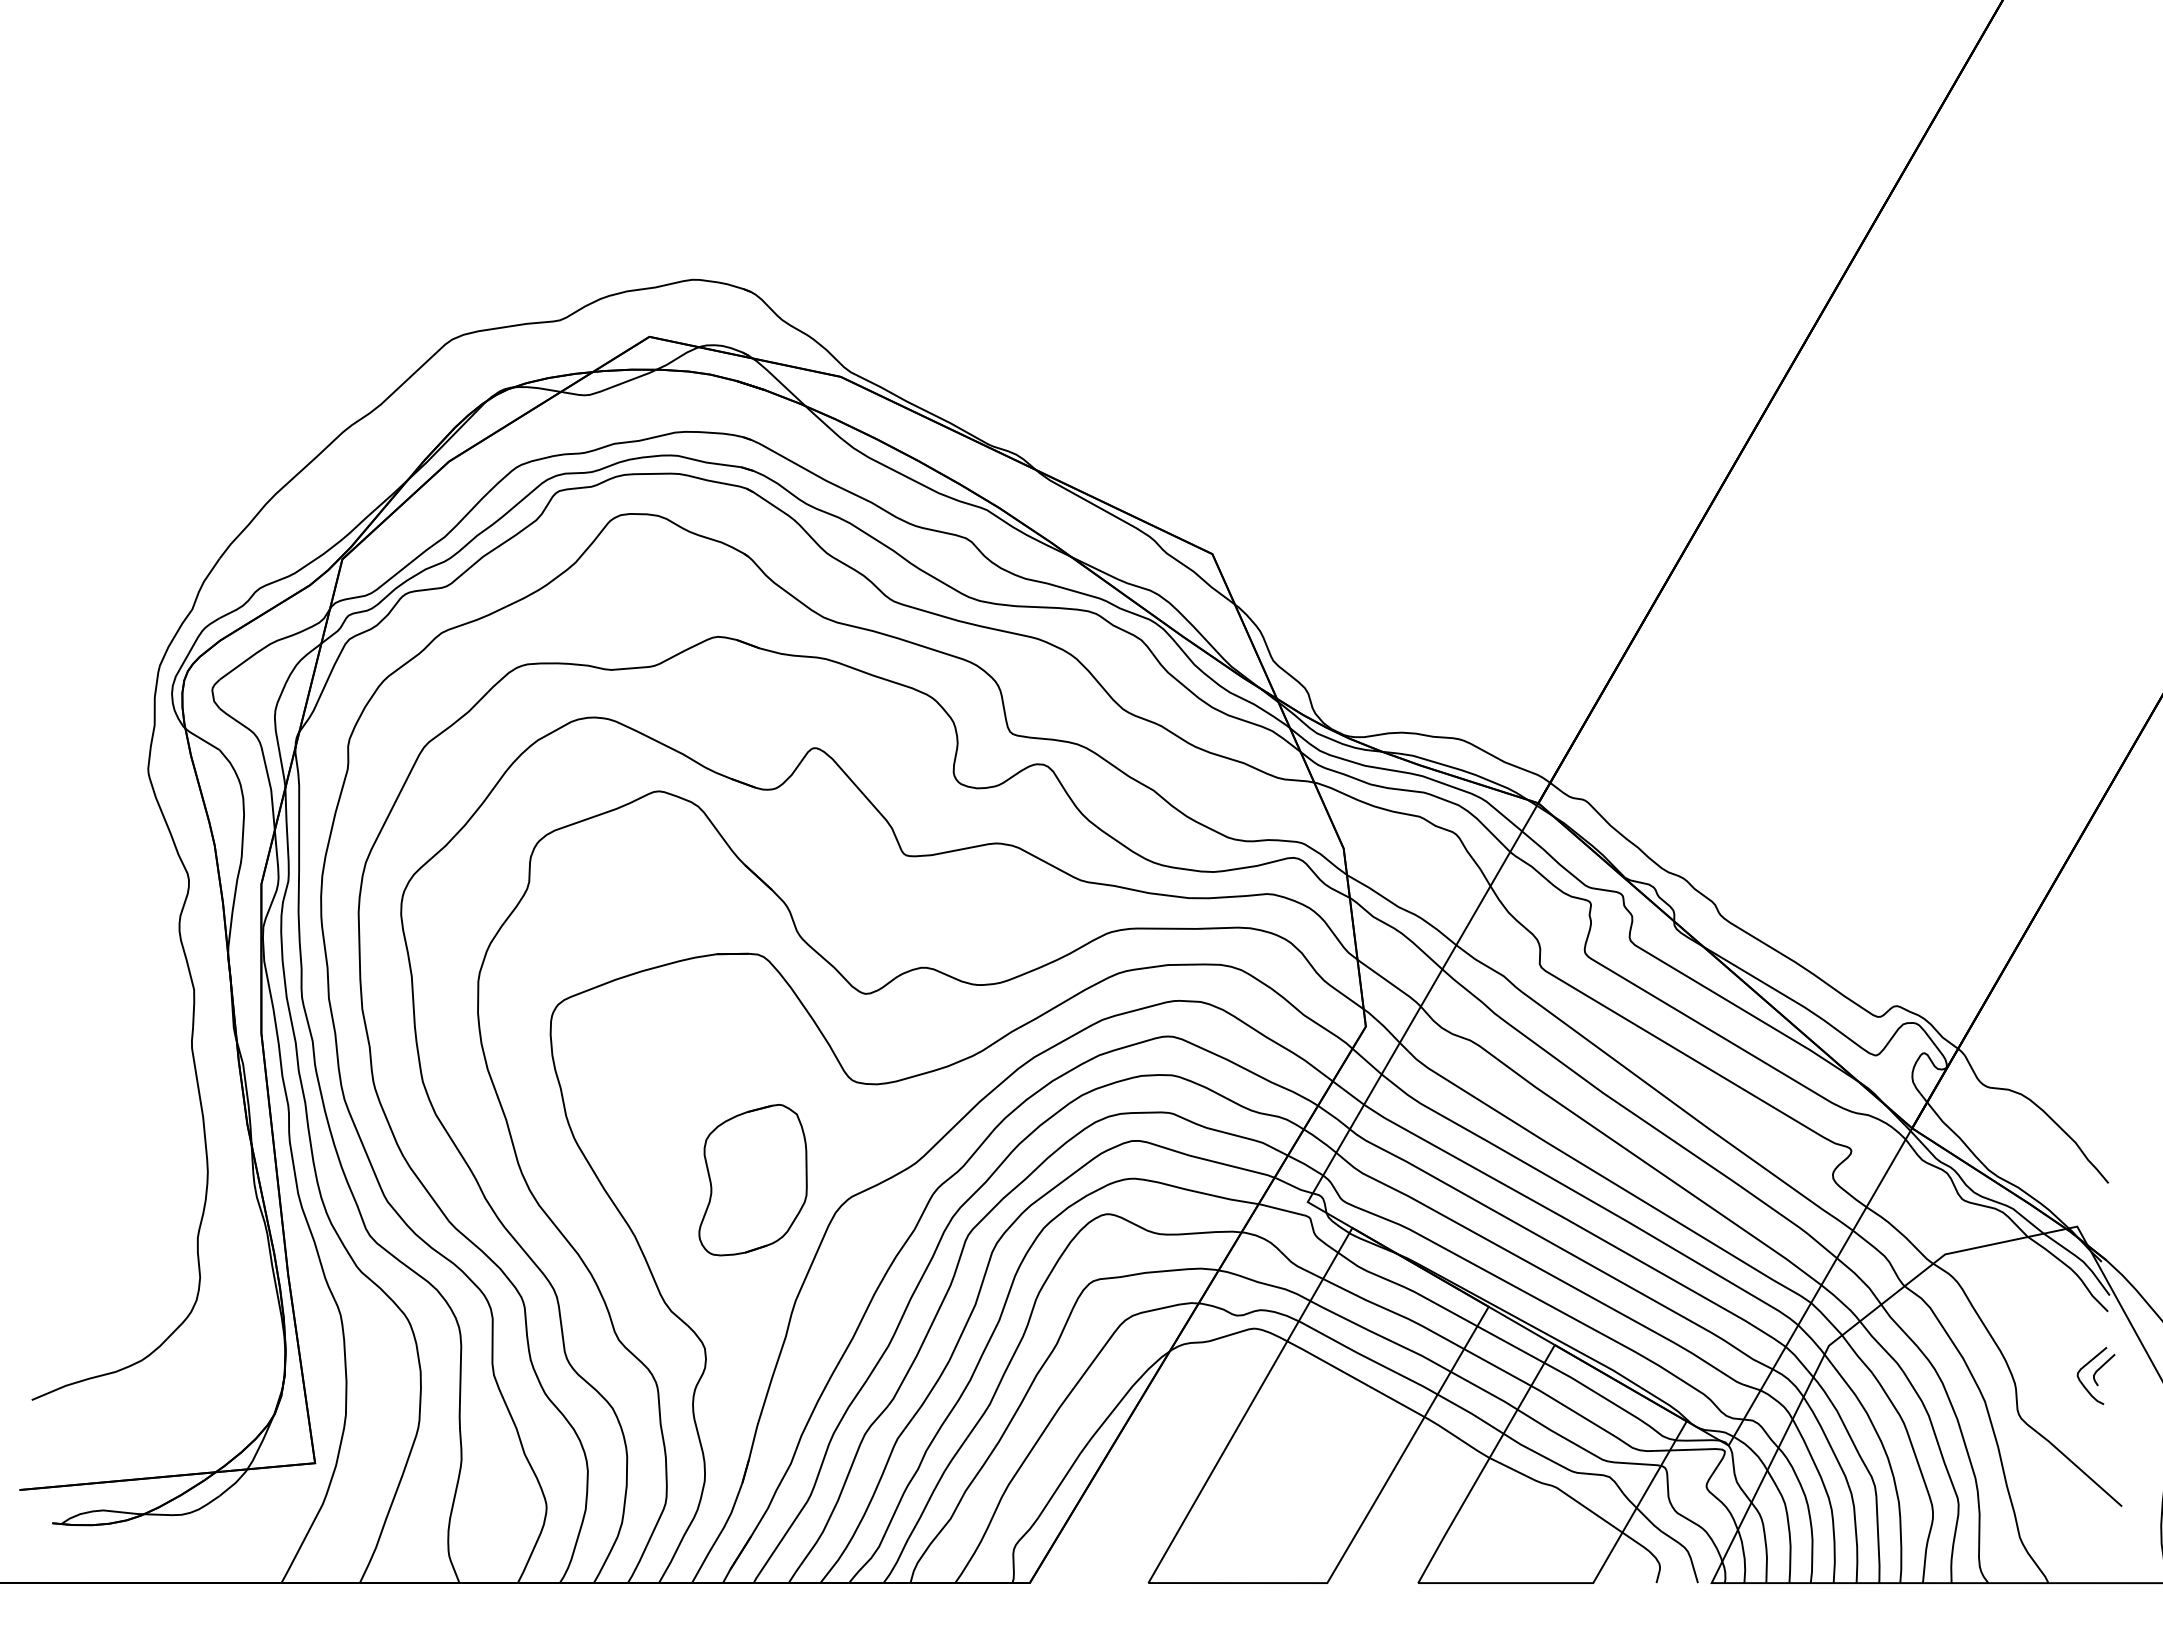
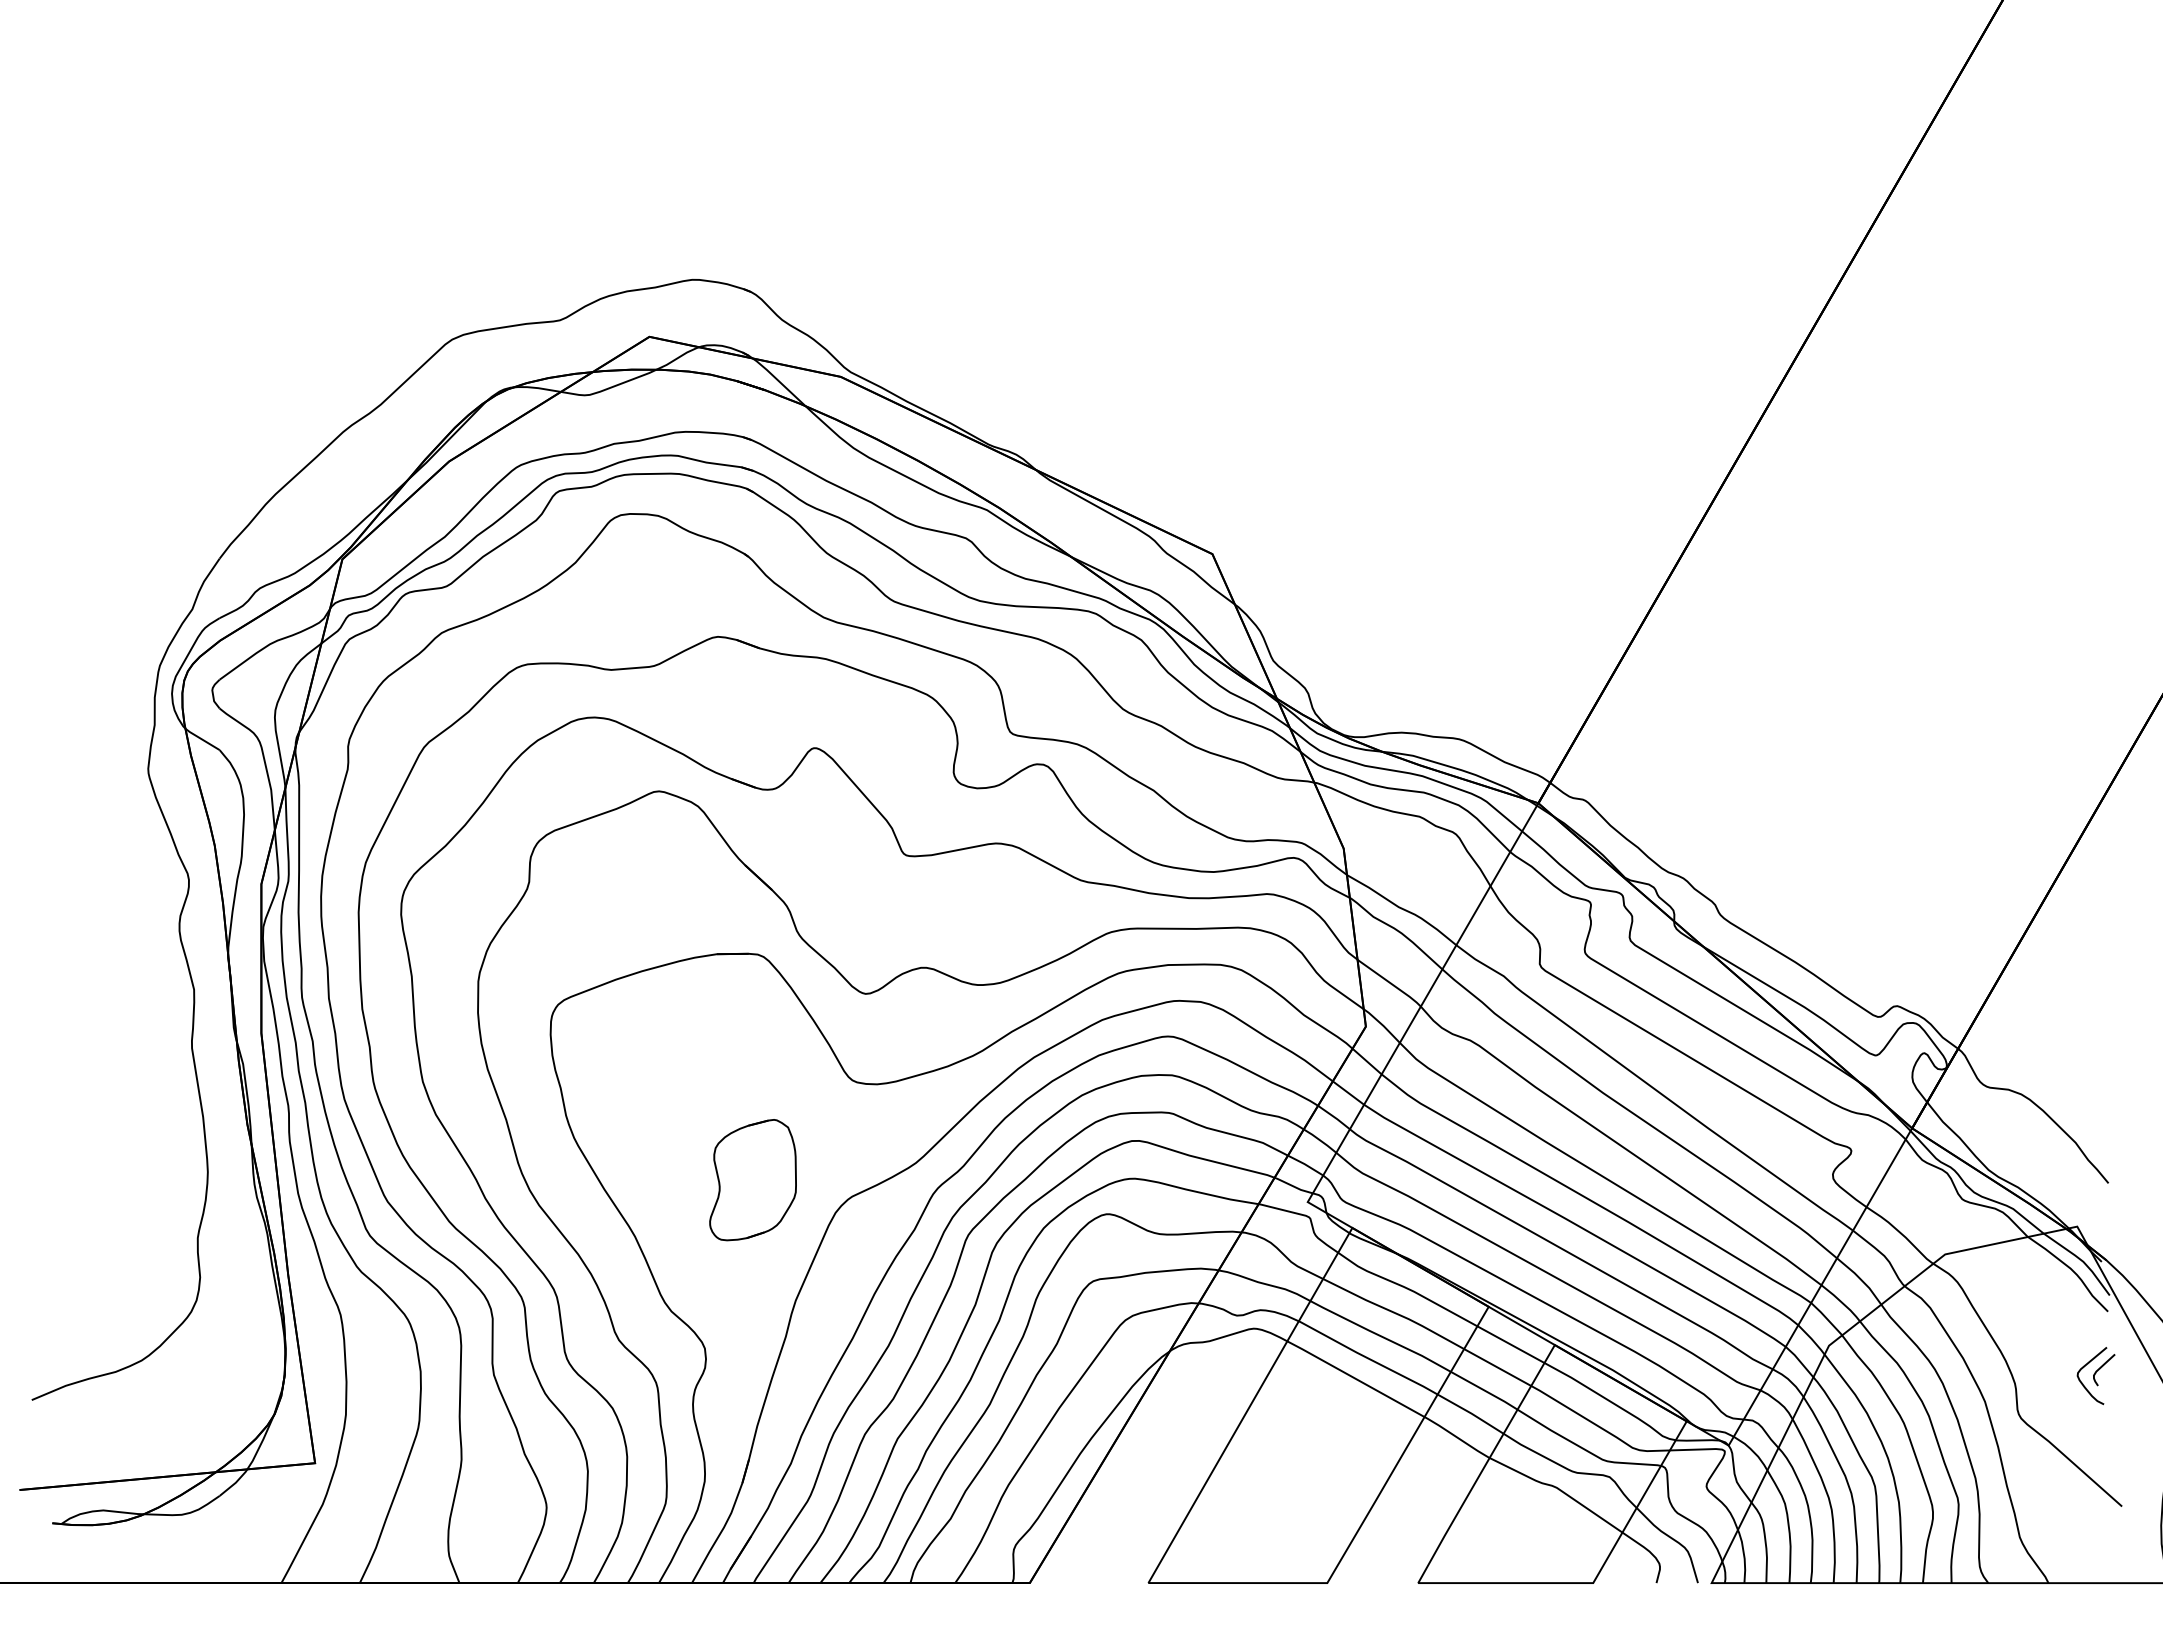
part at (752, 1179) size: 110x154 px -> 88x123 px
